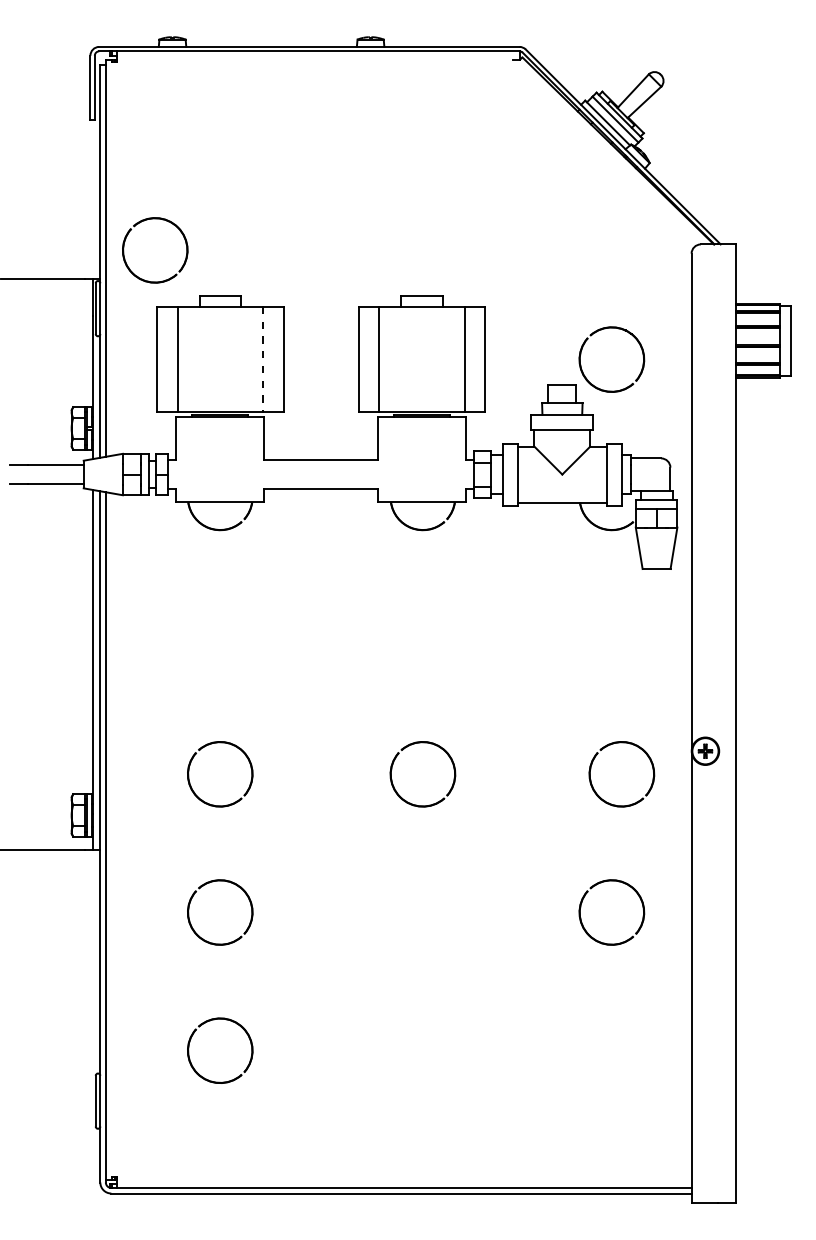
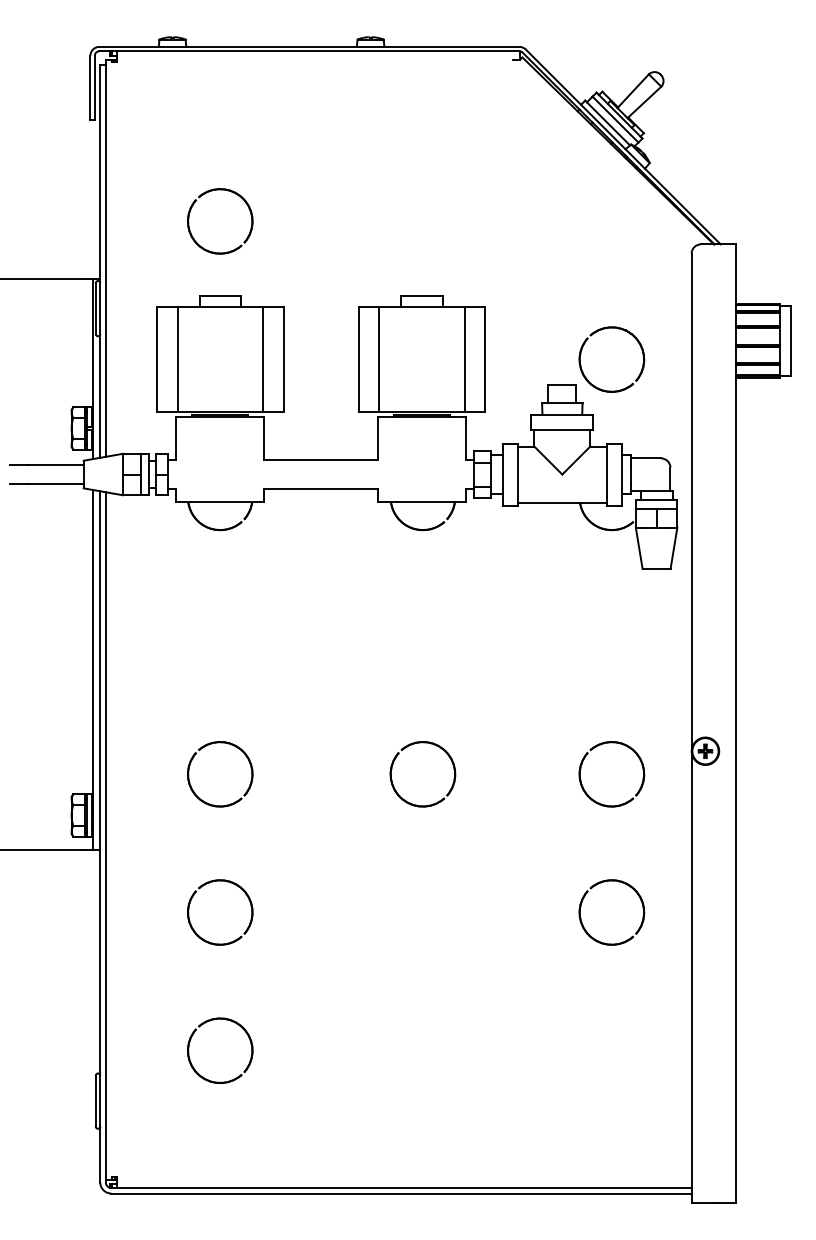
part at (181, 266) position: (181, 266) -> (246, 237)
line at (262, 359): dashed -> solid
part at (591, 769) position: (591, 769) -> (581, 769)
